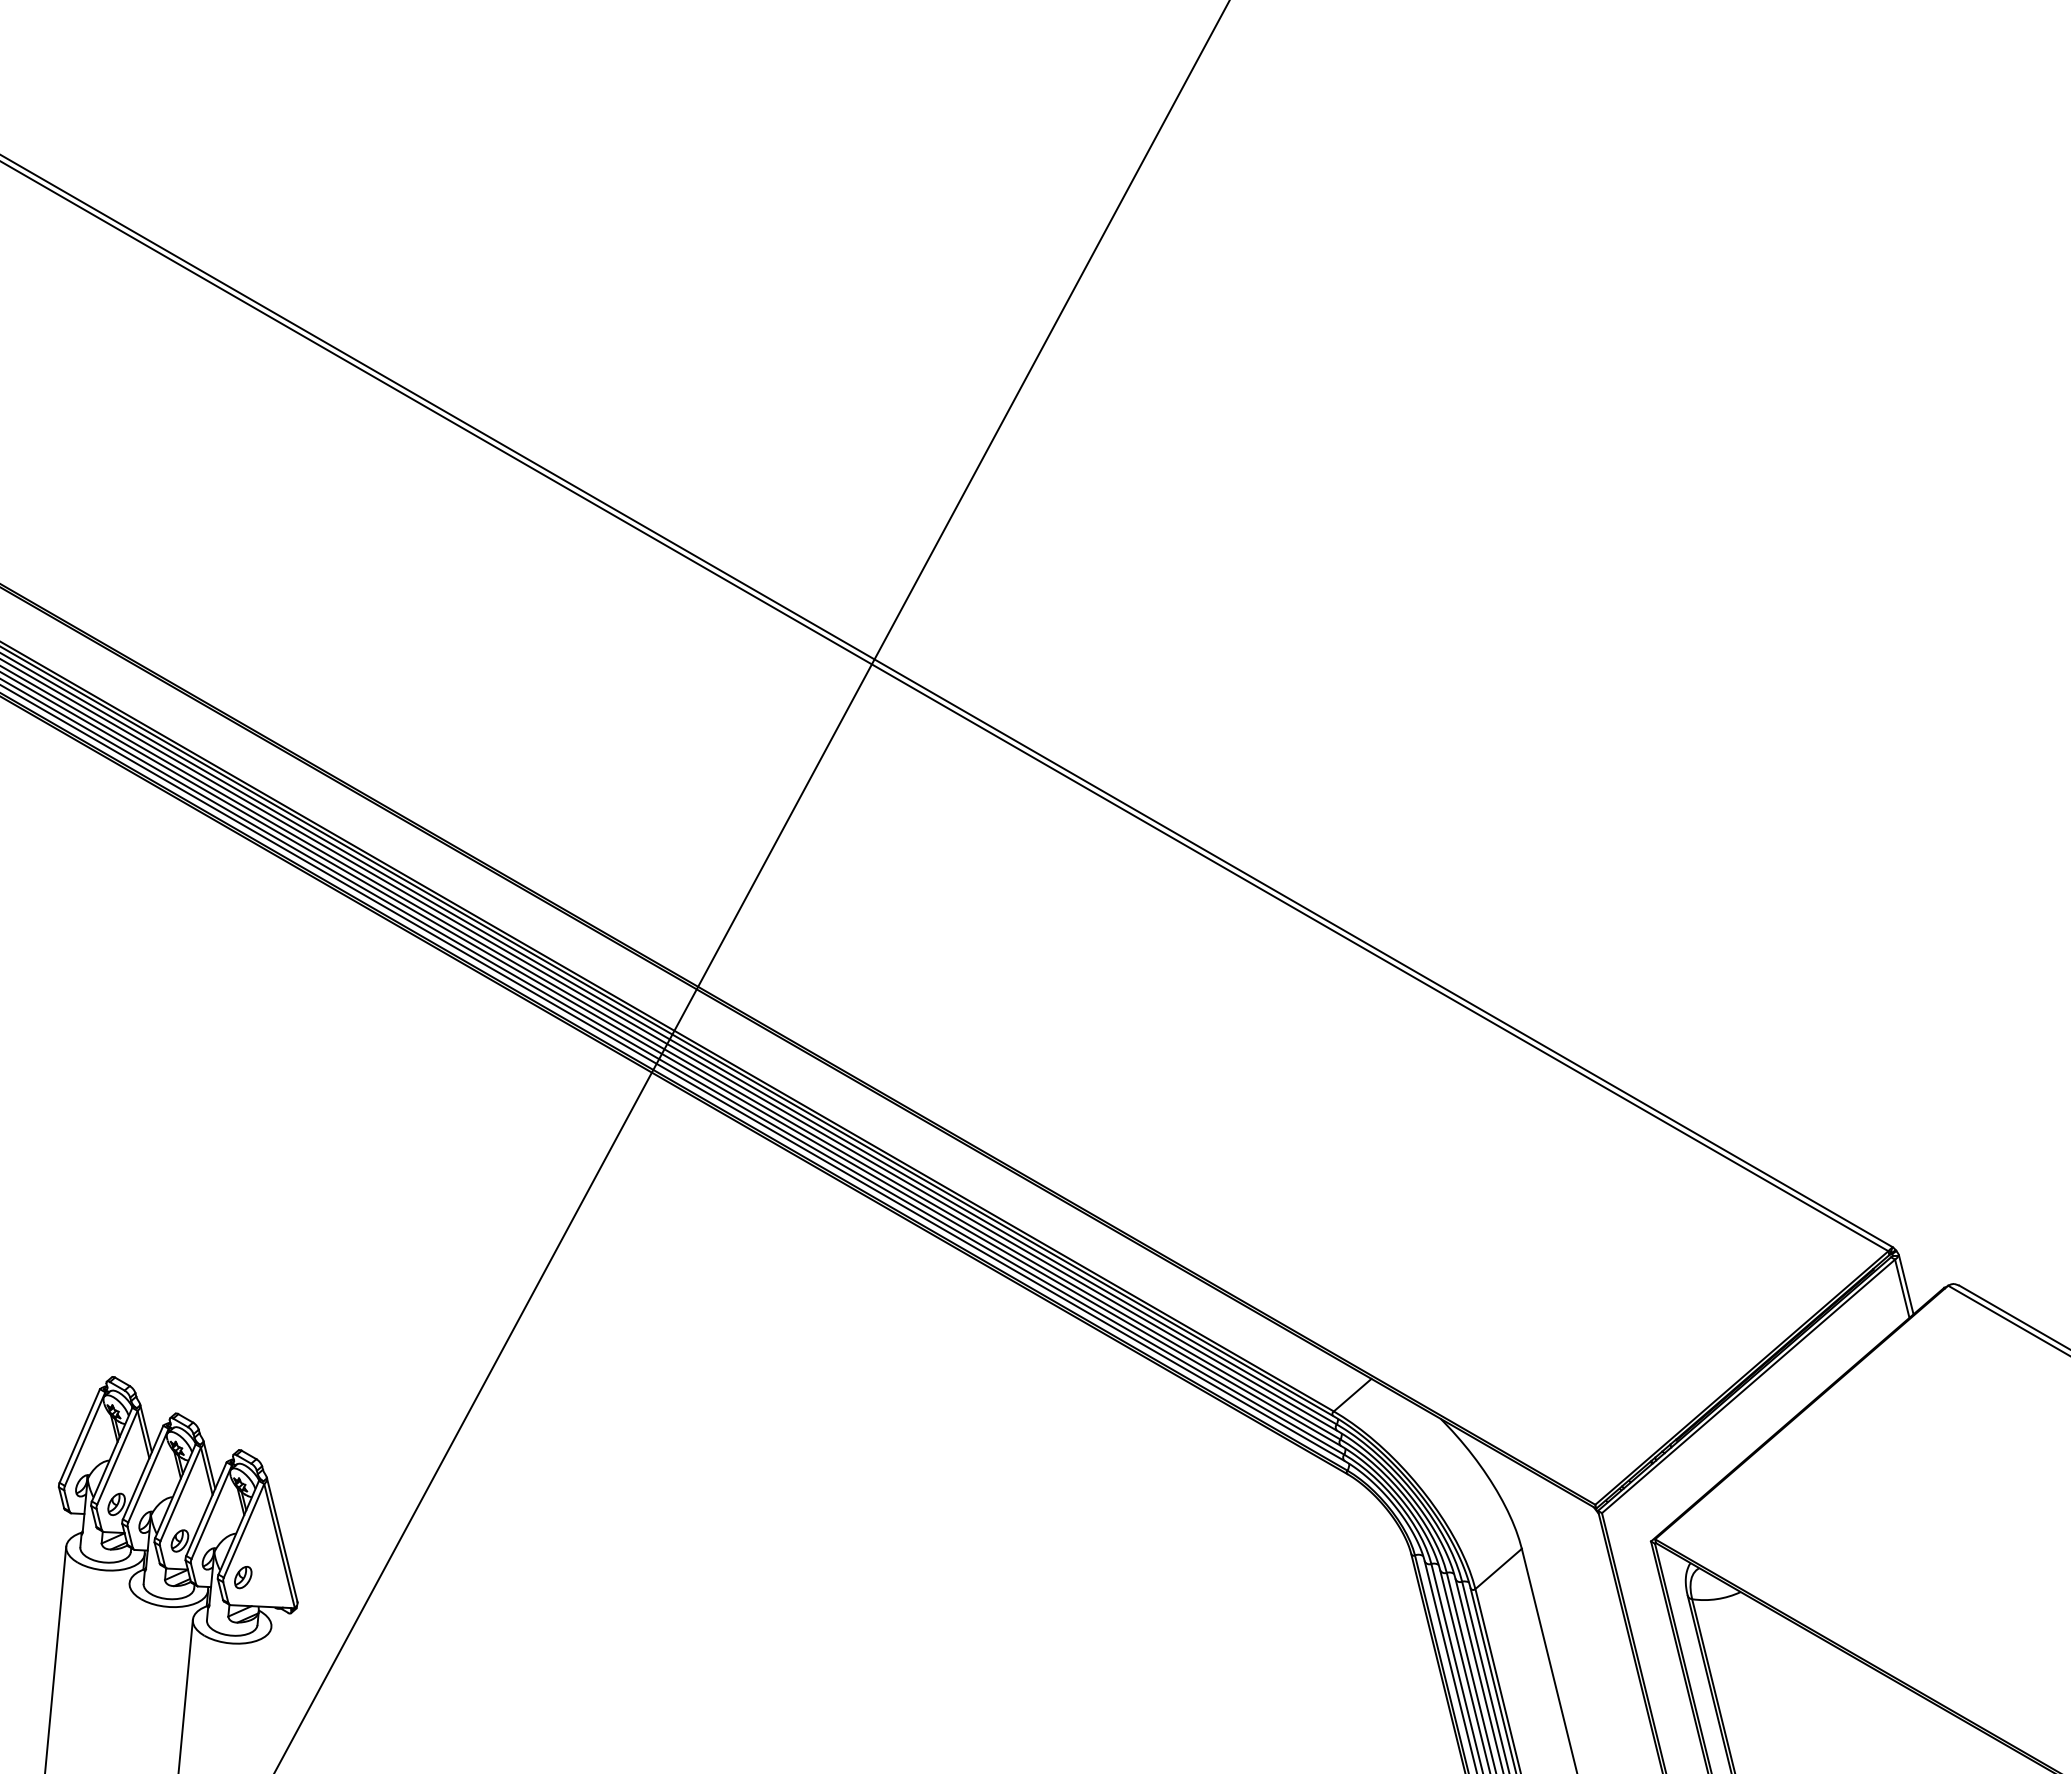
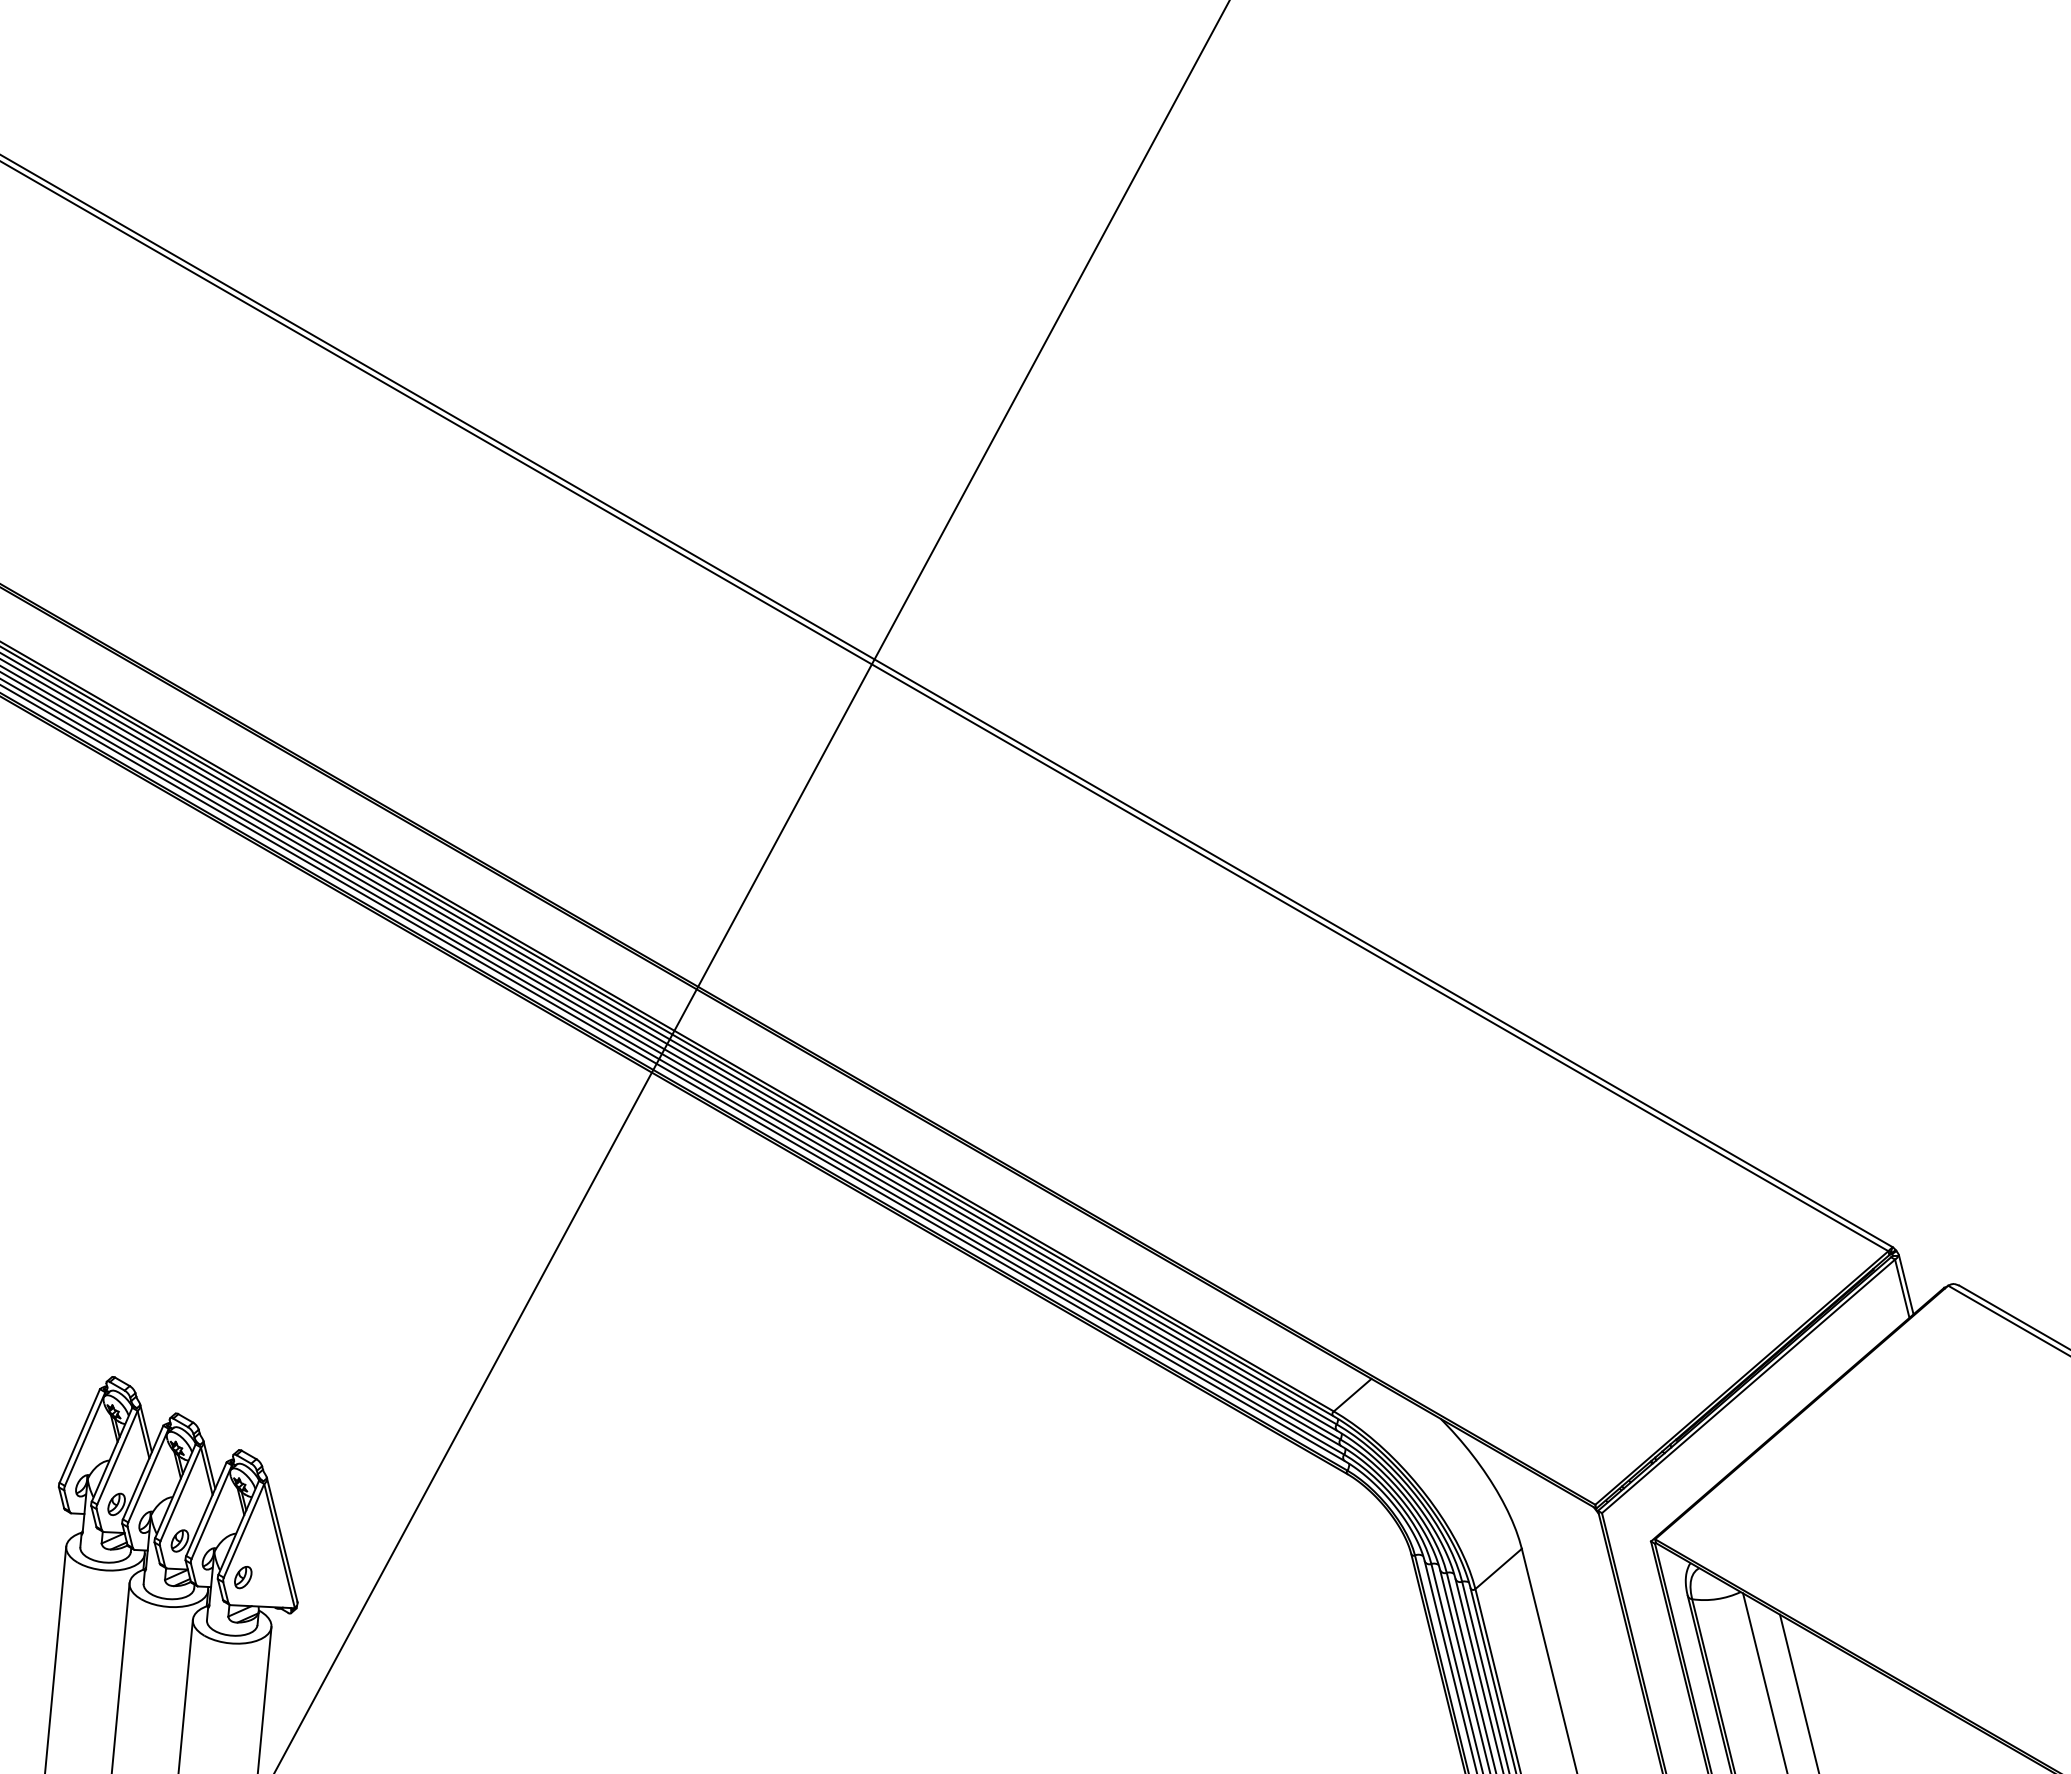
line at (120, 1676): none -> present
line at (1764, 1681): none -> present
line at (1799, 1692): none -> present
line at (264, 1698): none -> present
